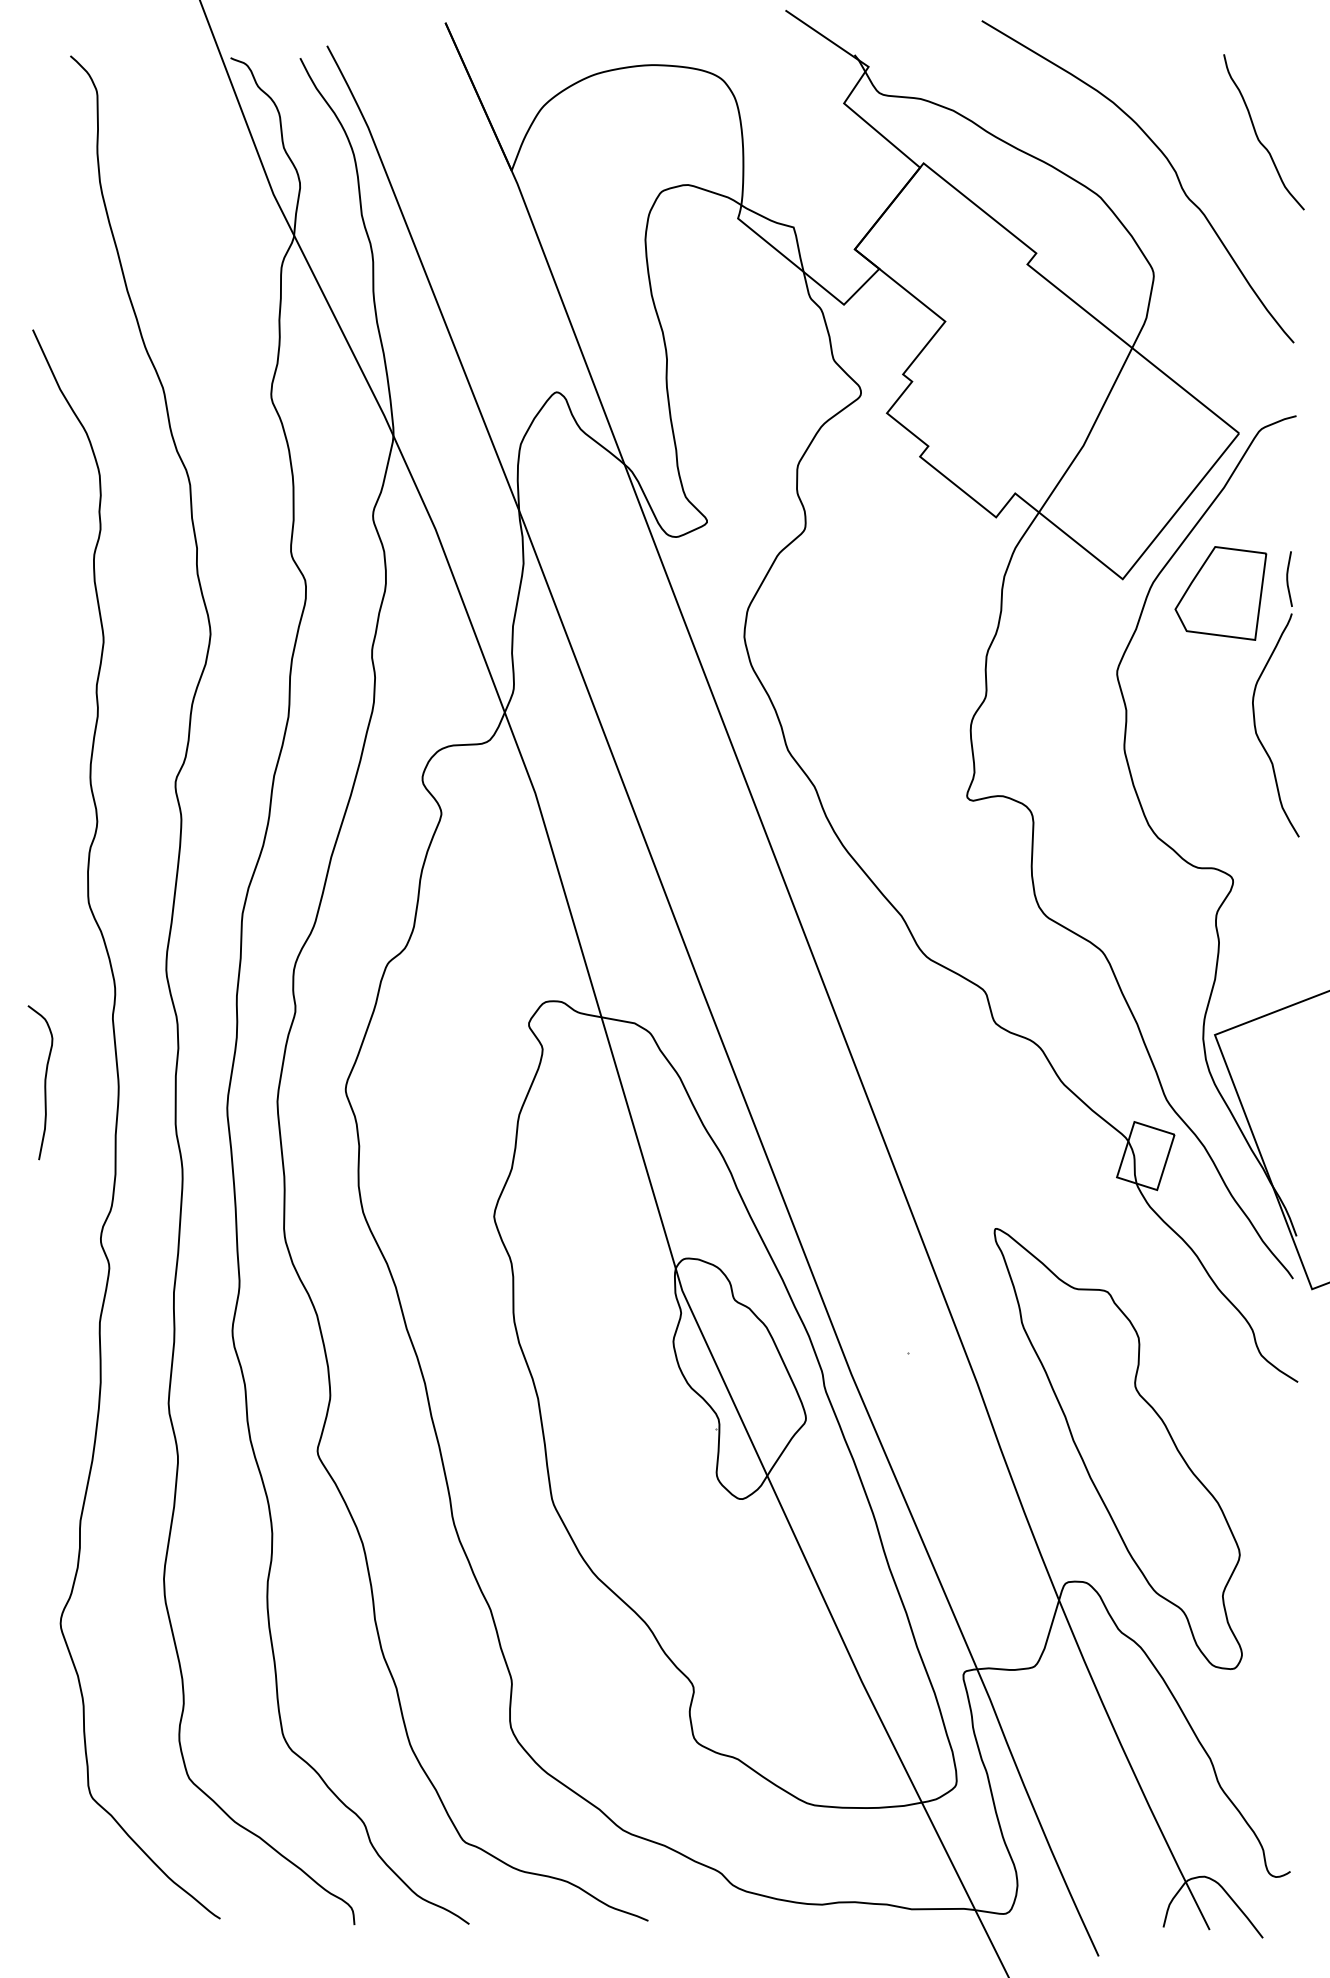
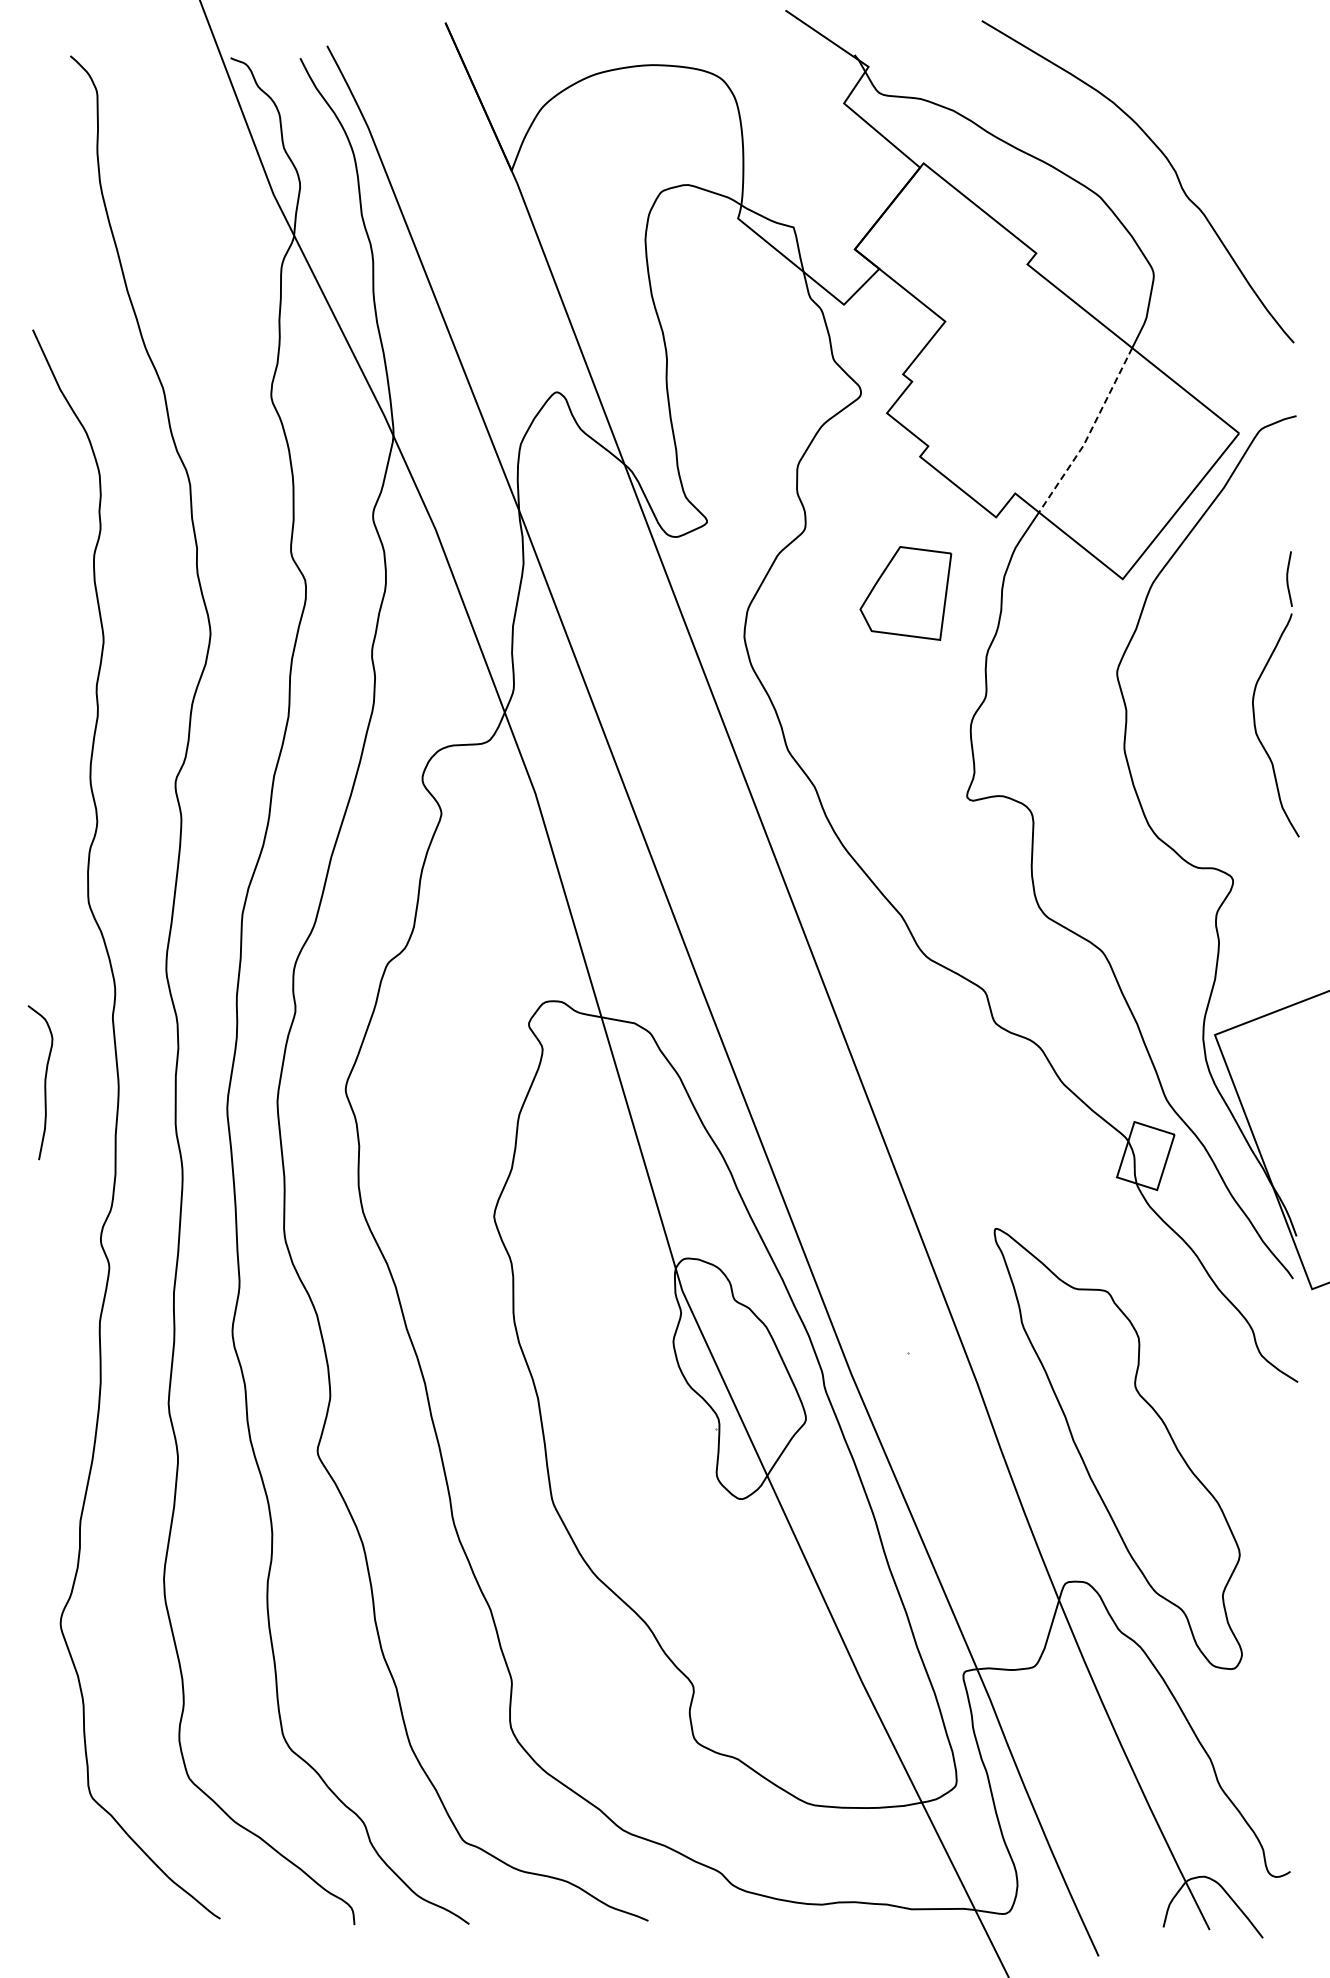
curve at (1257, 134): present -> none
line at (1089, 433): solid -> dashed
part at (1220, 593) position: (1220, 593) -> (905, 593)
